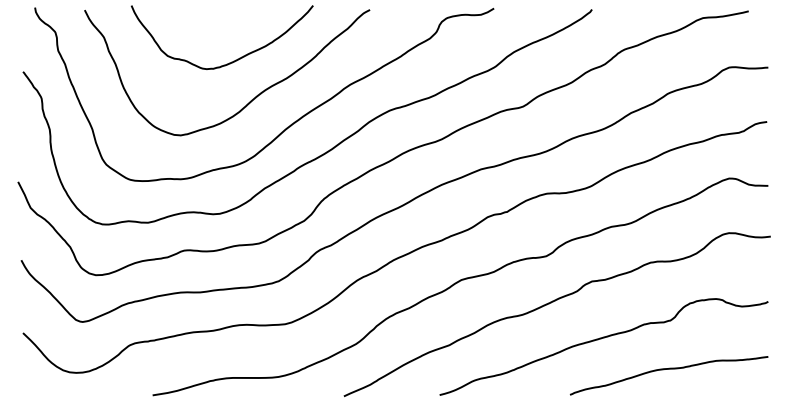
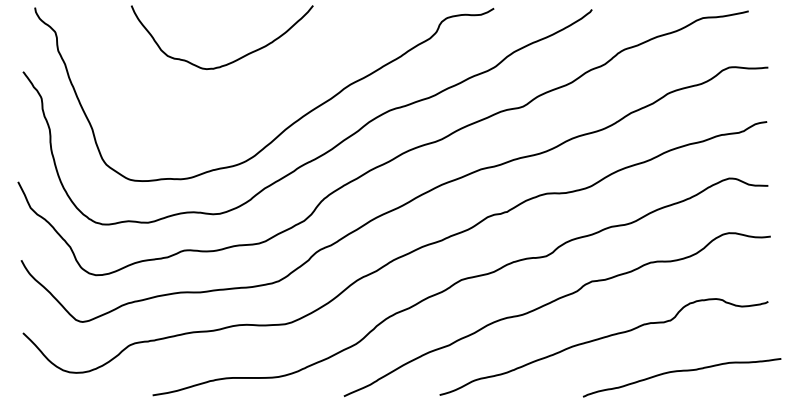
curve at (251, 99): present -> none
curve at (668, 369) position: (668, 369) -> (681, 371)
